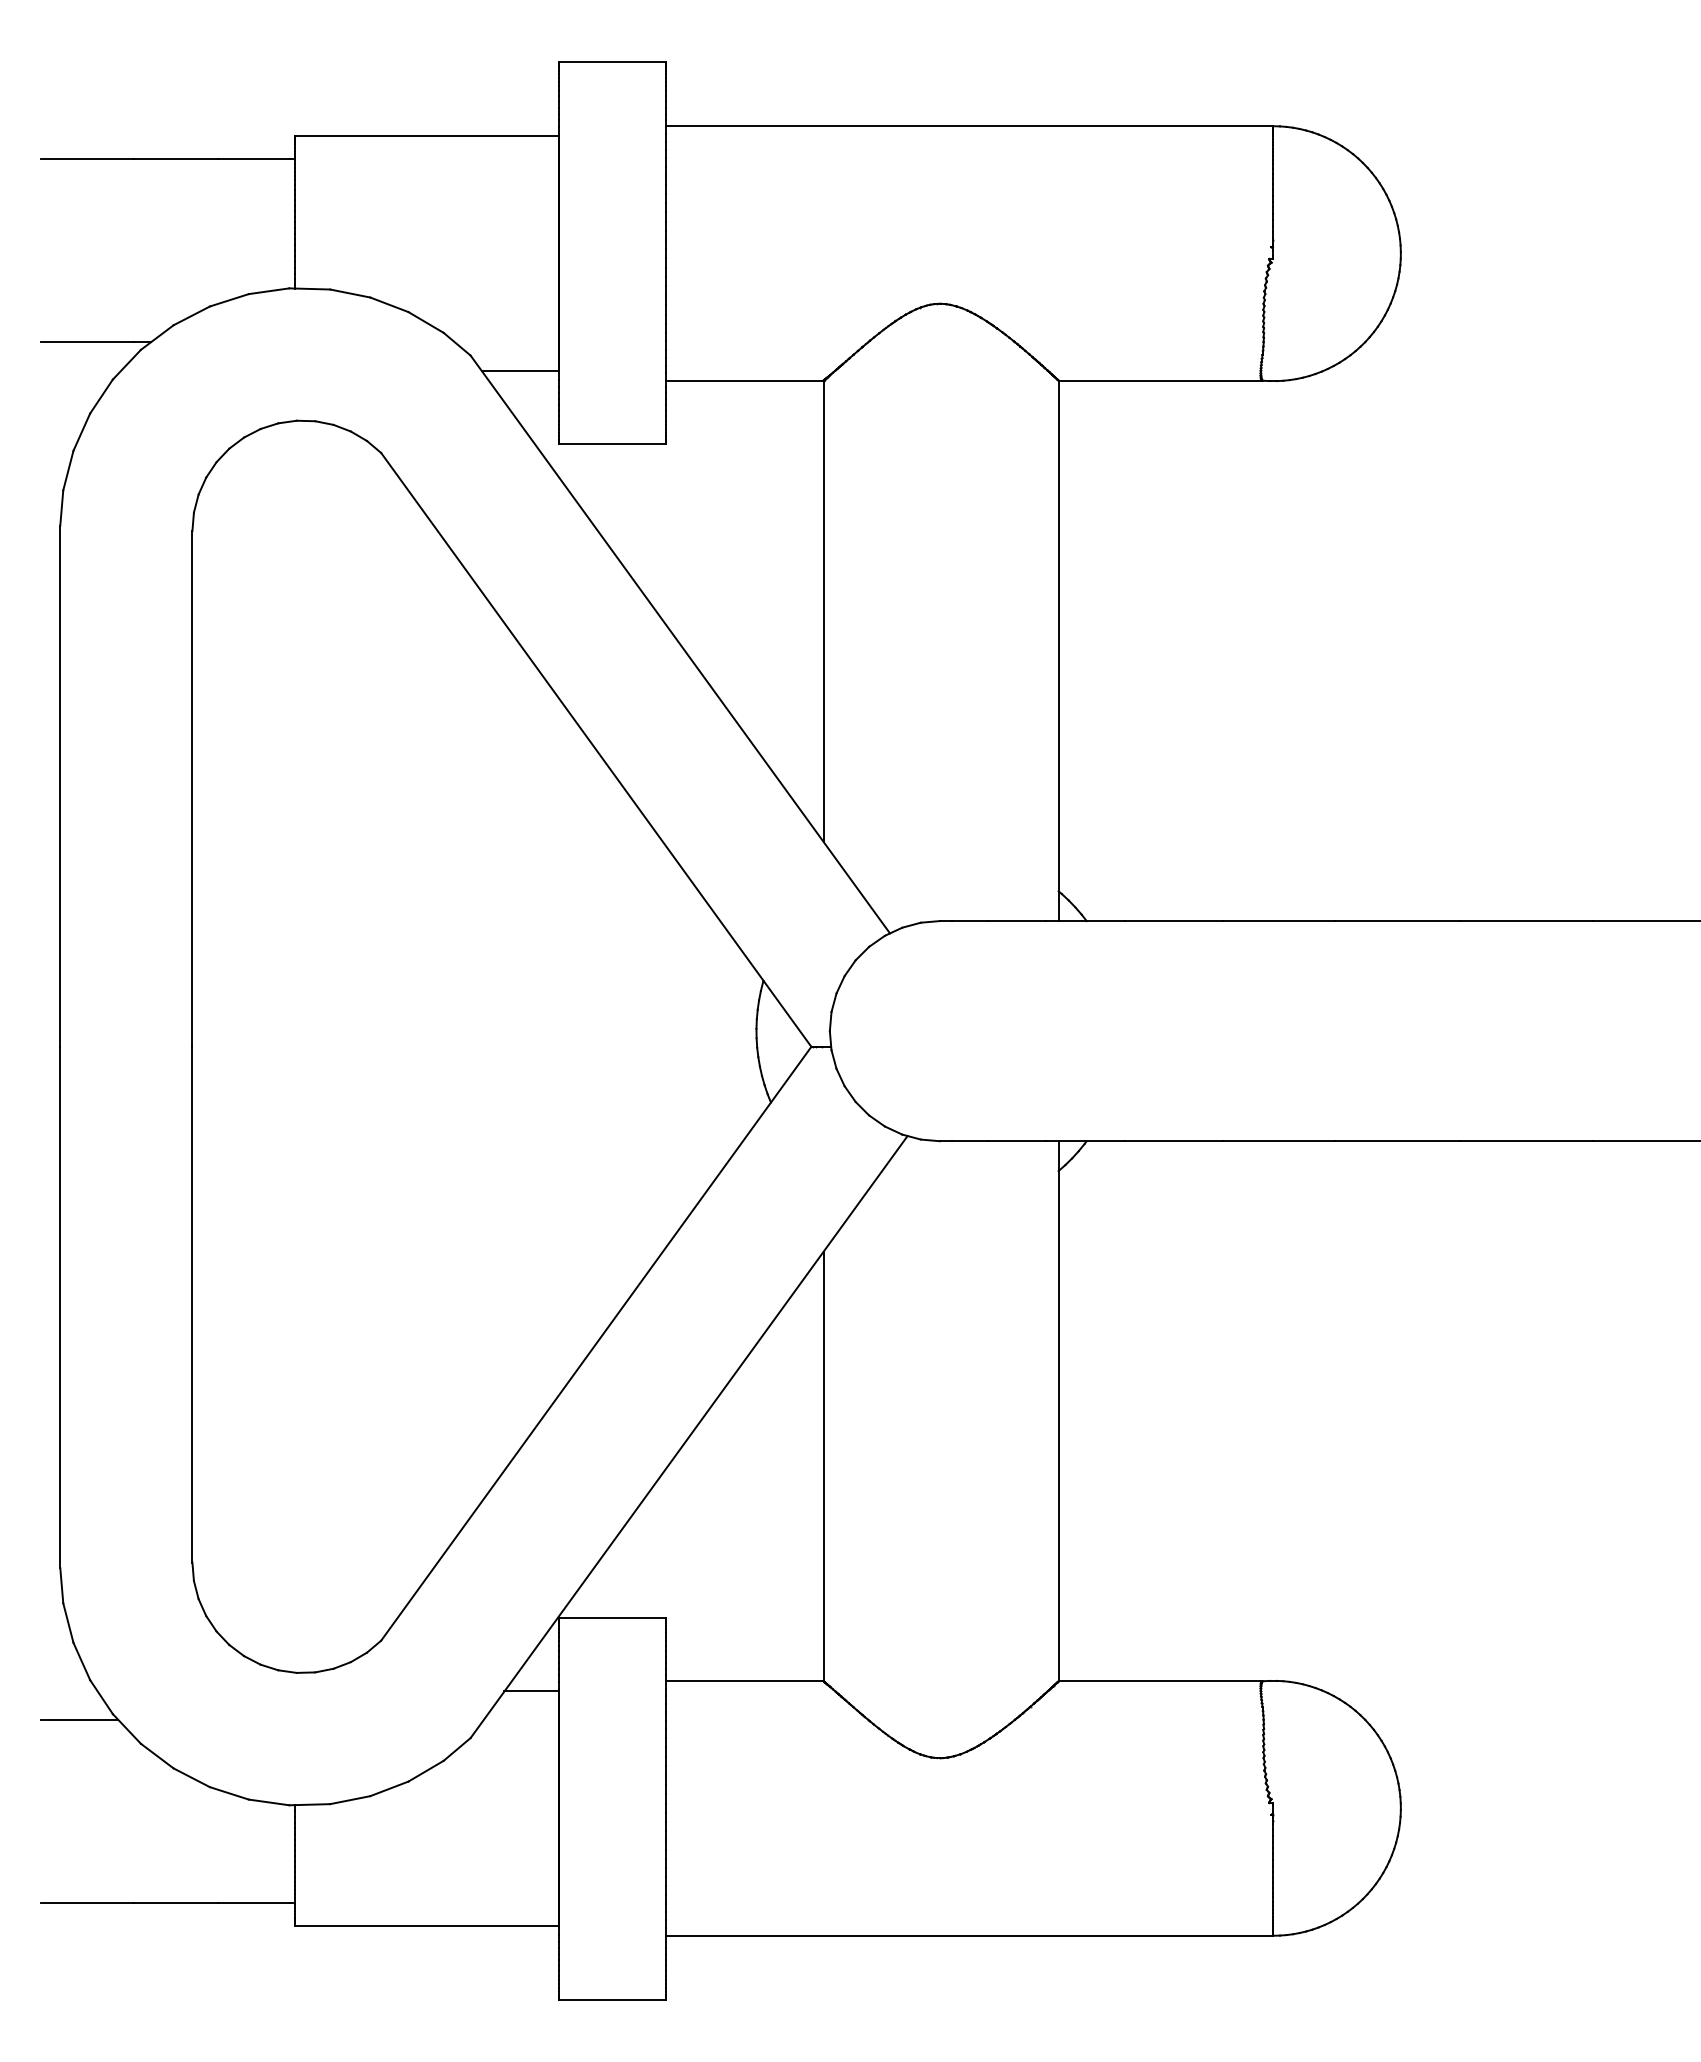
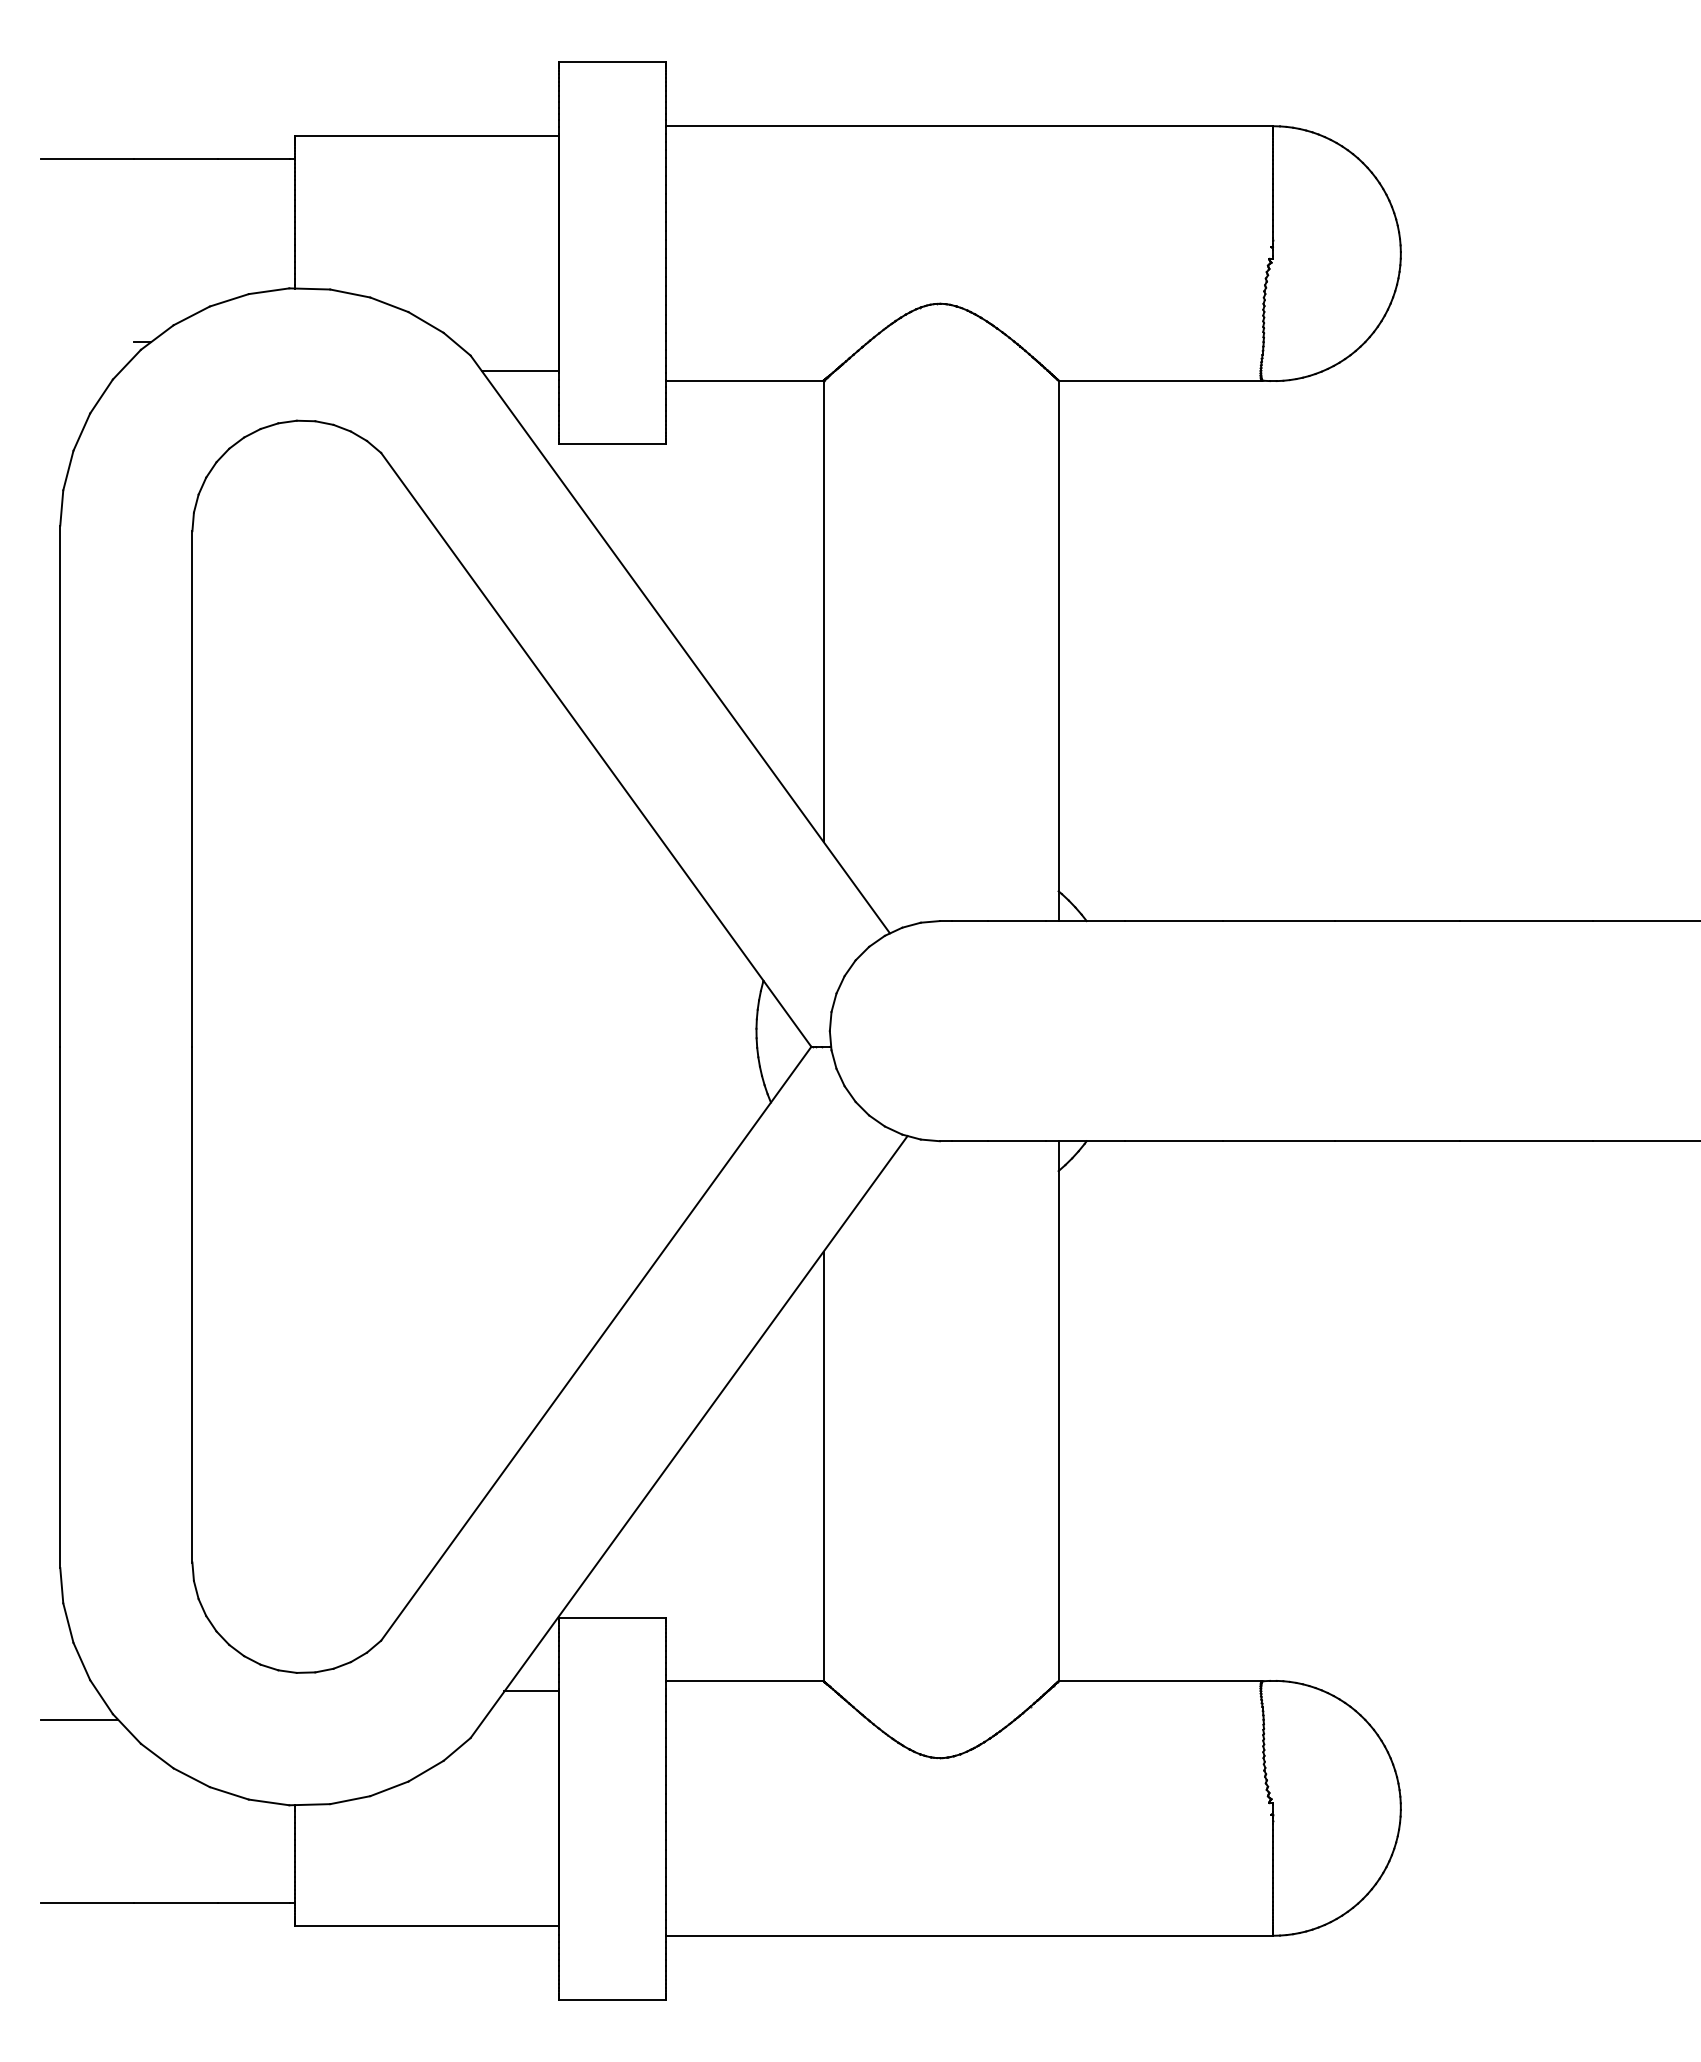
line at (87, 342): present -> none
